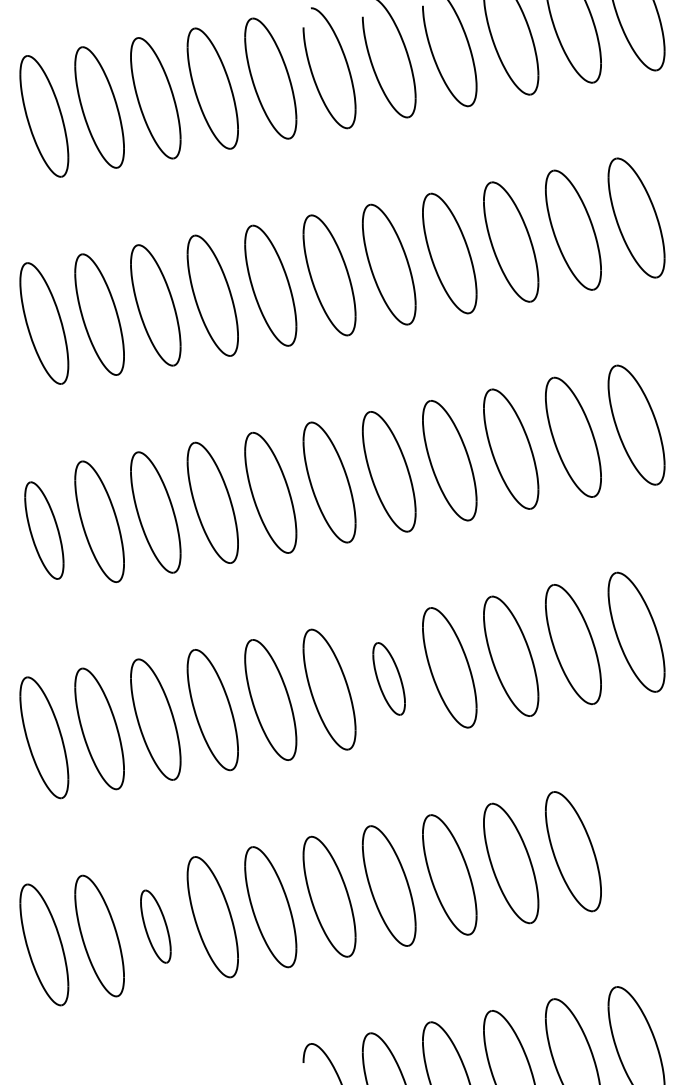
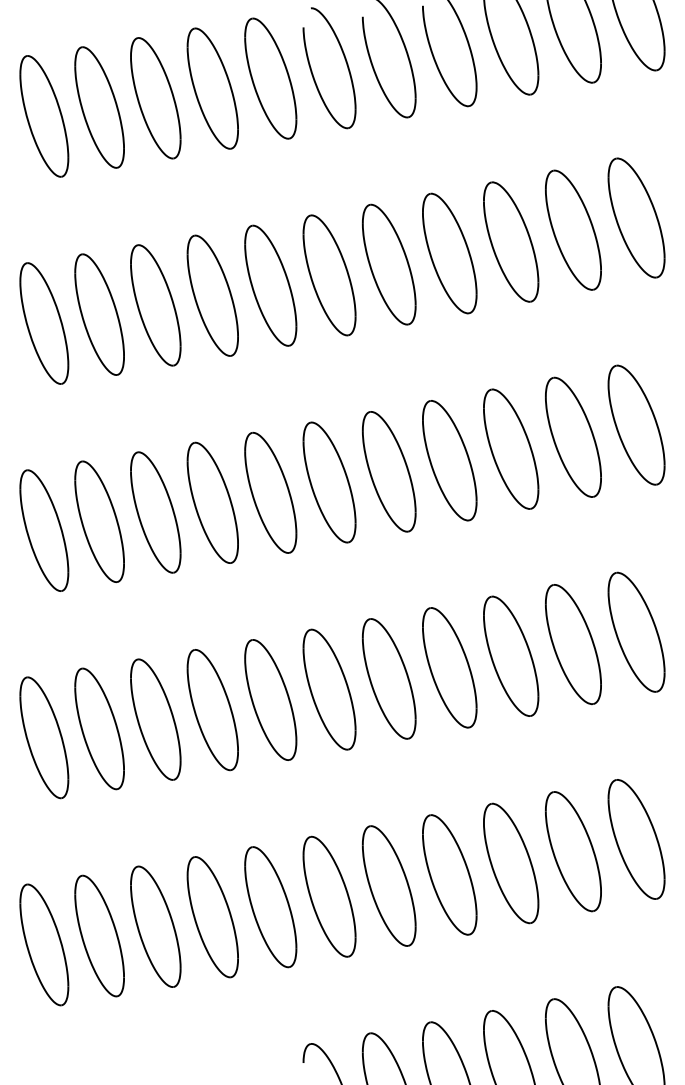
part at (44, 530) size: 41x99 px -> 51x123 px
part at (388, 678) size: 34x74 px -> 56x122 px
part at (636, 839): none -> present
part at (155, 926) size: 32x75 px -> 52x123 px
